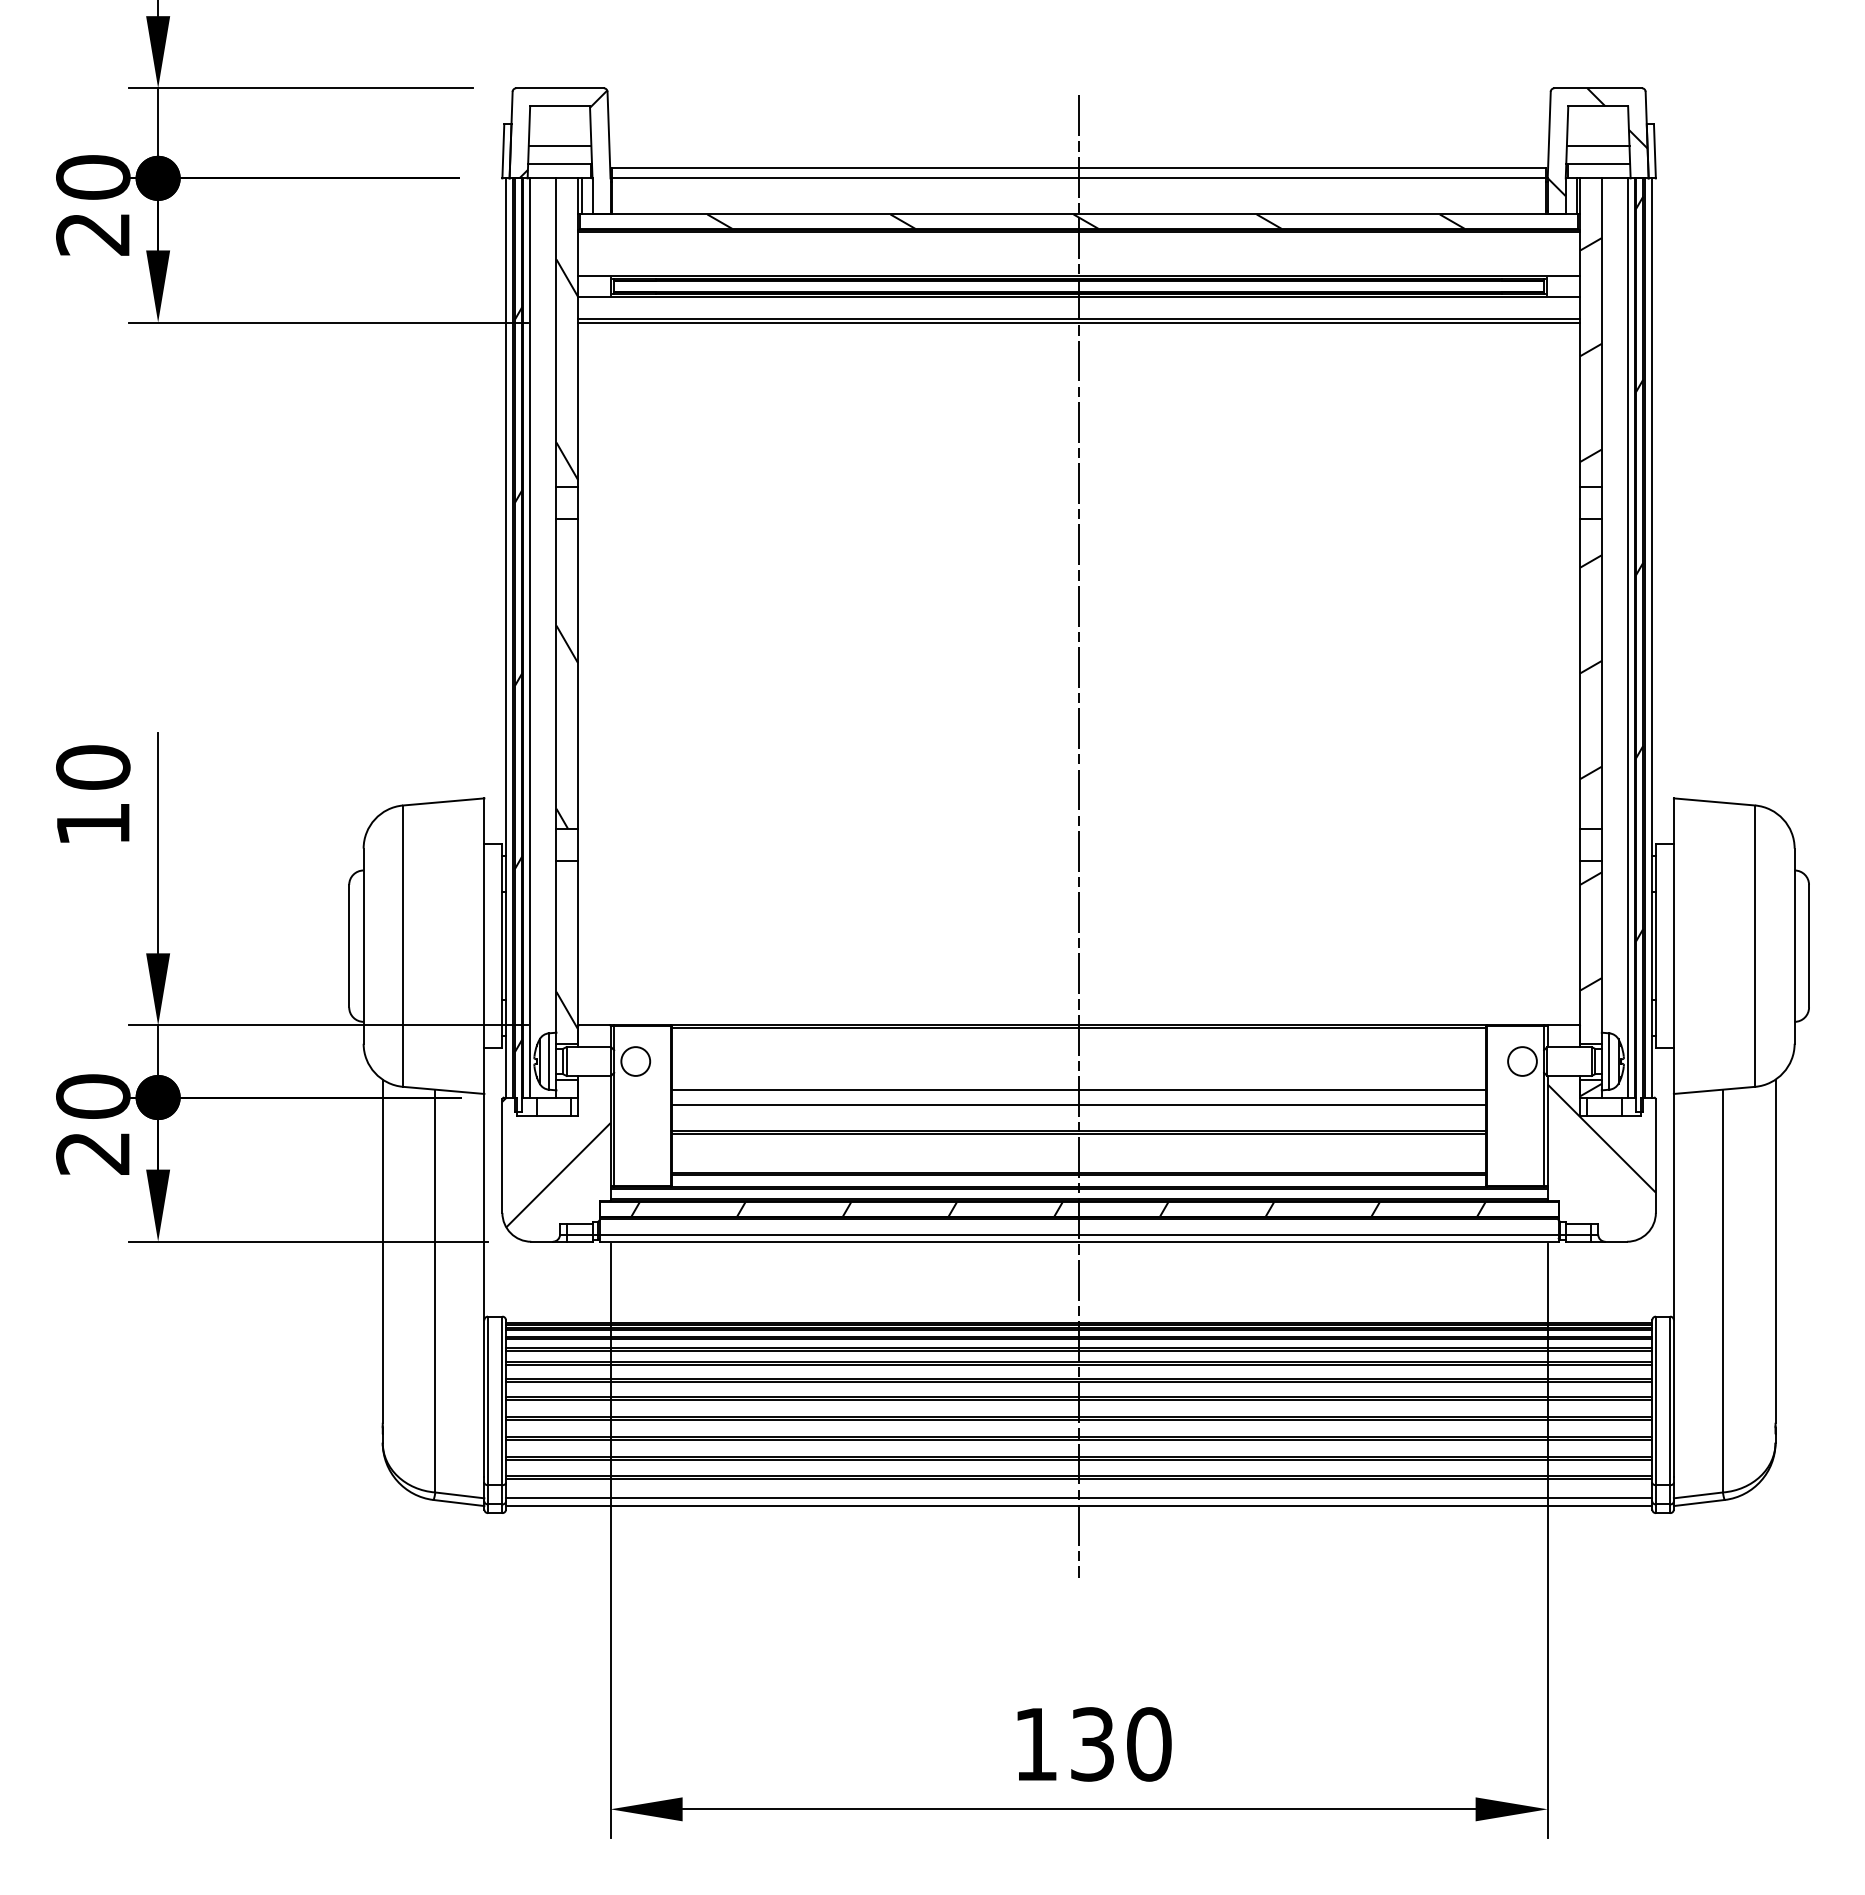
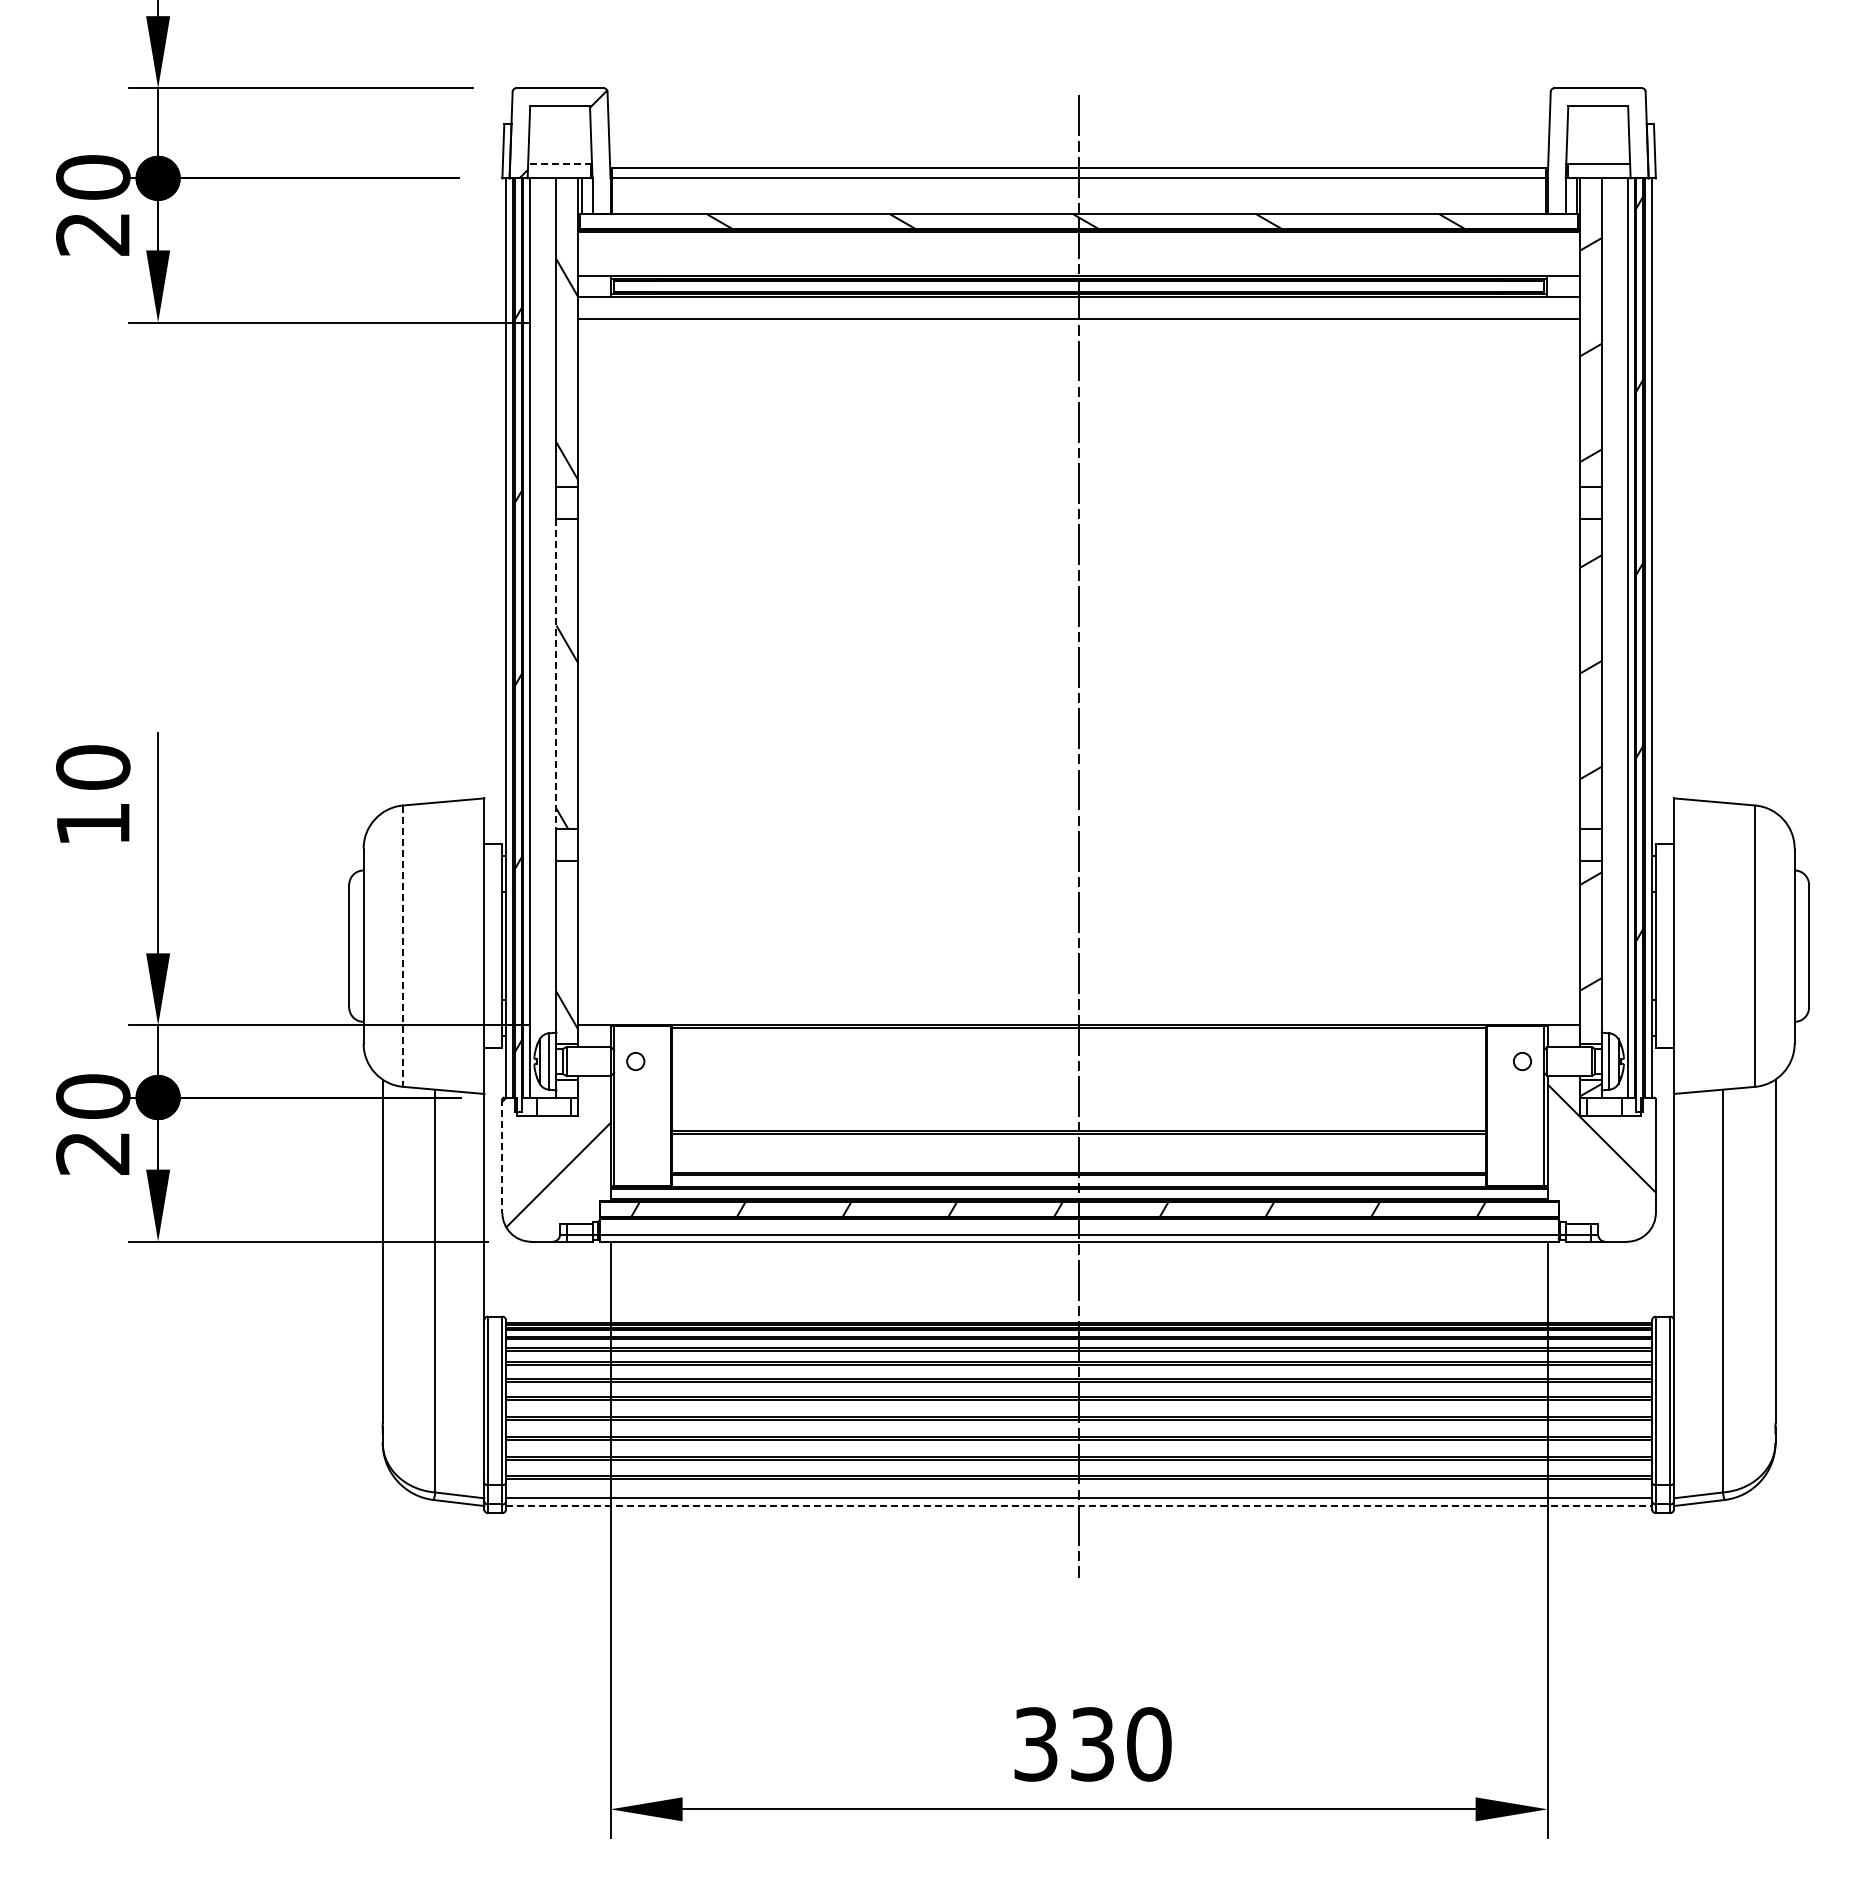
hatch at (1597, 142): present -> none
line at (559, 145): present -> none
line at (1597, 145): present -> none
line at (560, 163): solid -> dashed
line at (1079, 322): present -> none
line at (556, 674): solid -> dashed
line at (403, 946): solid -> dashed
circle at (635, 1061) diameter: 29 px -> 17 px
circle at (1522, 1061) diameter: 29 px -> 17 px
line at (1078, 1090): present -> none
line at (1078, 1104): present -> none
line at (502, 1156): solid -> dashed
line at (1079, 1505): solid -> dashed
text at (1035, 1744): 130 -> 330
